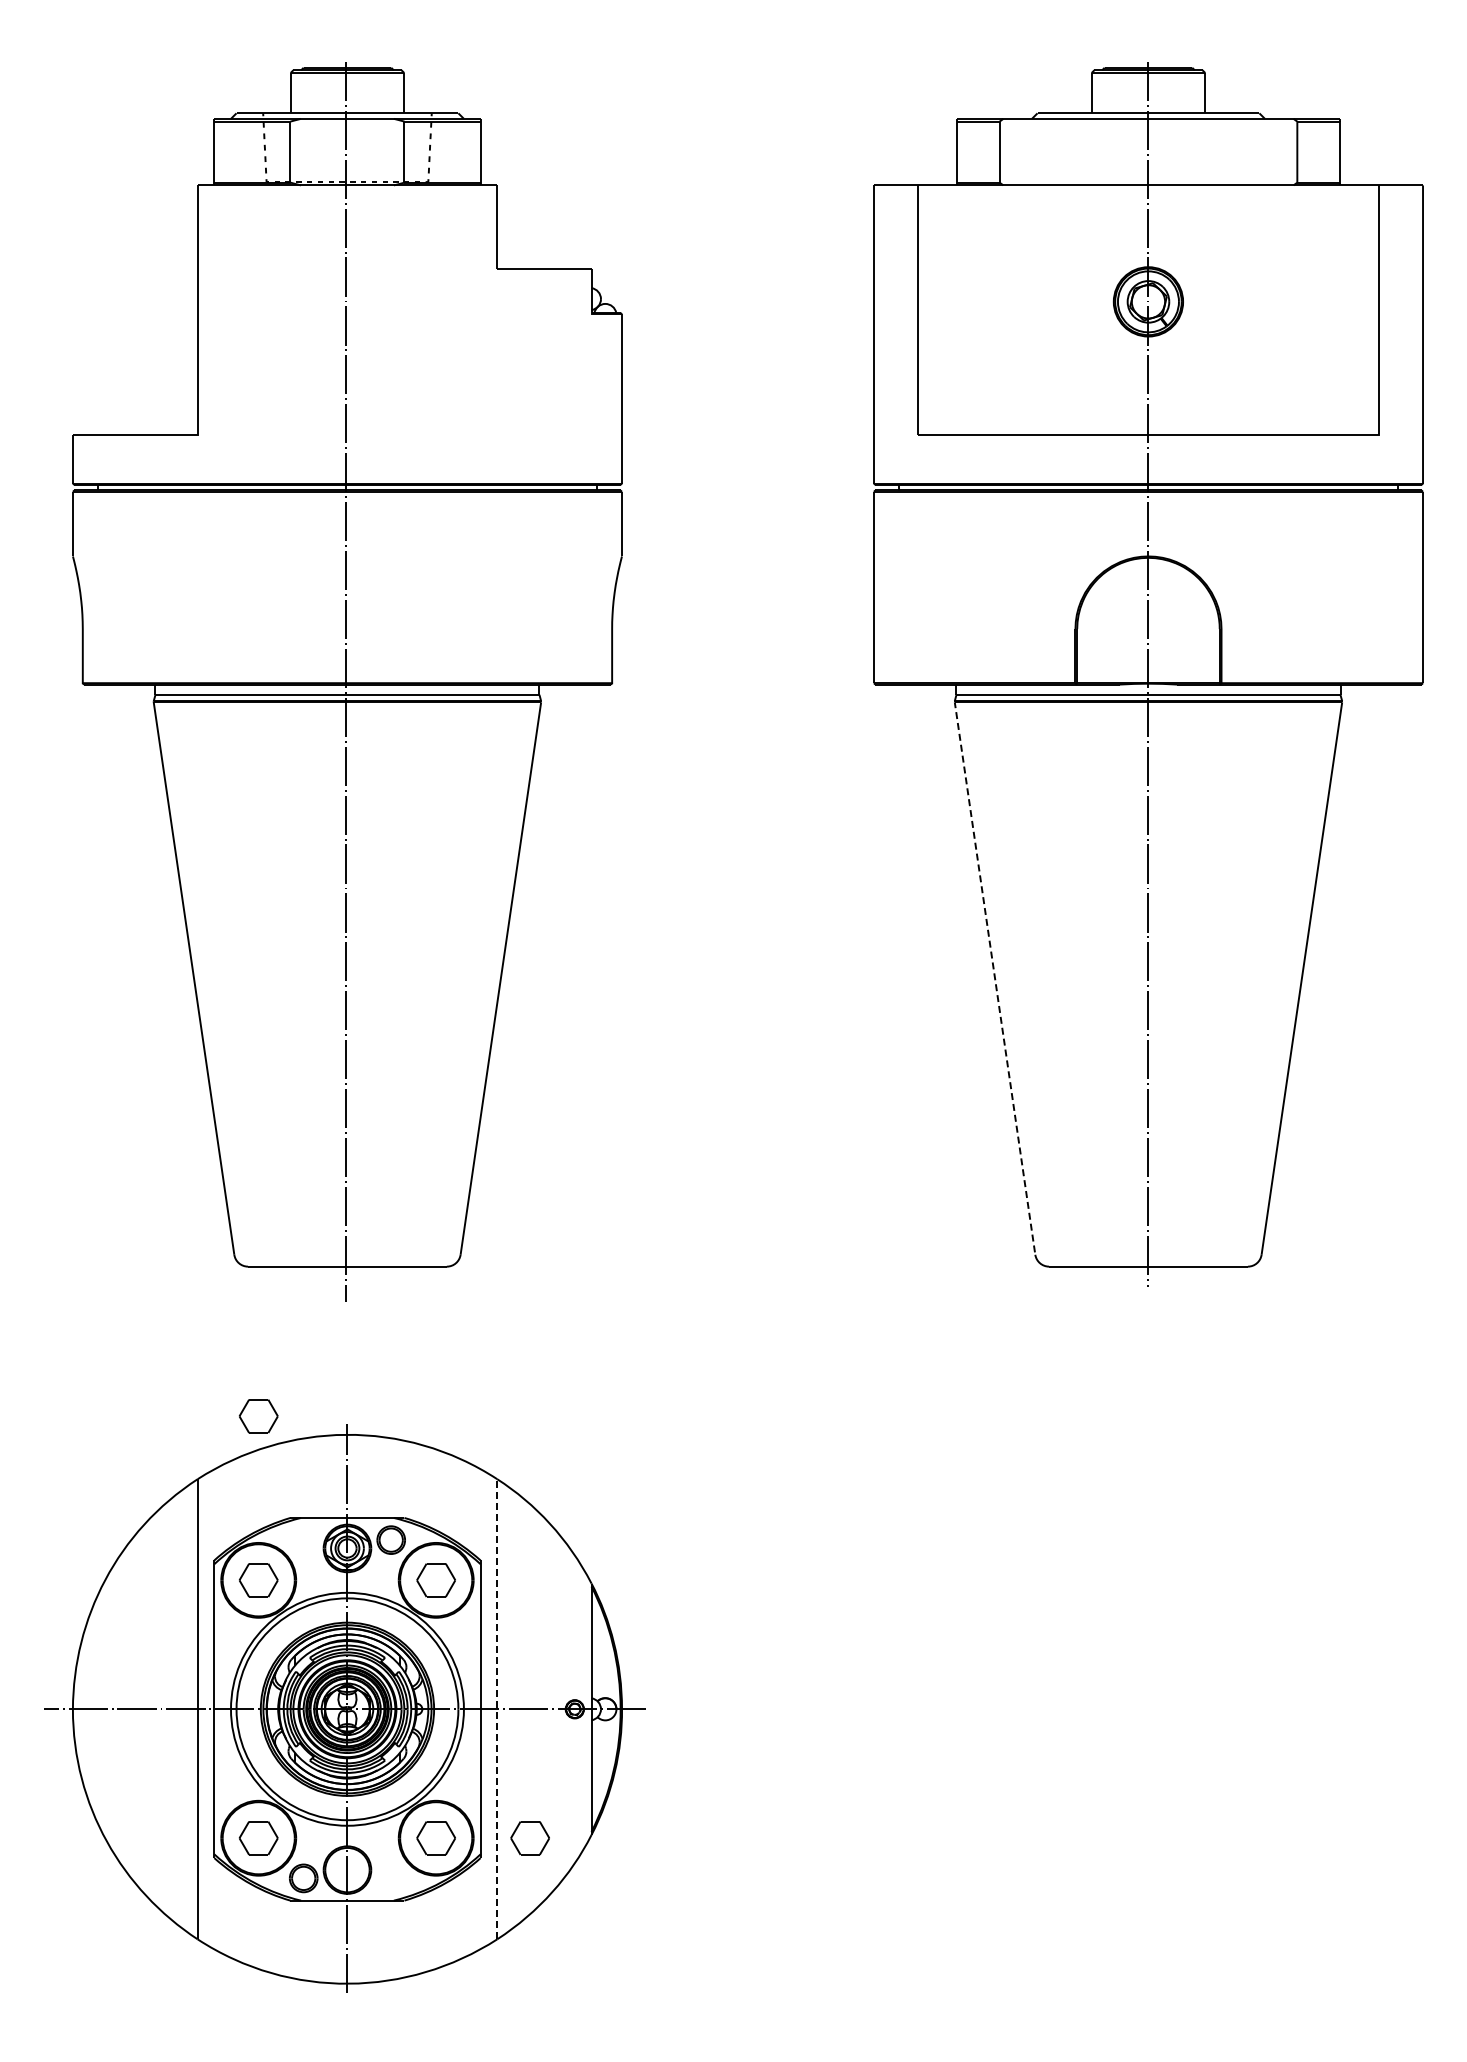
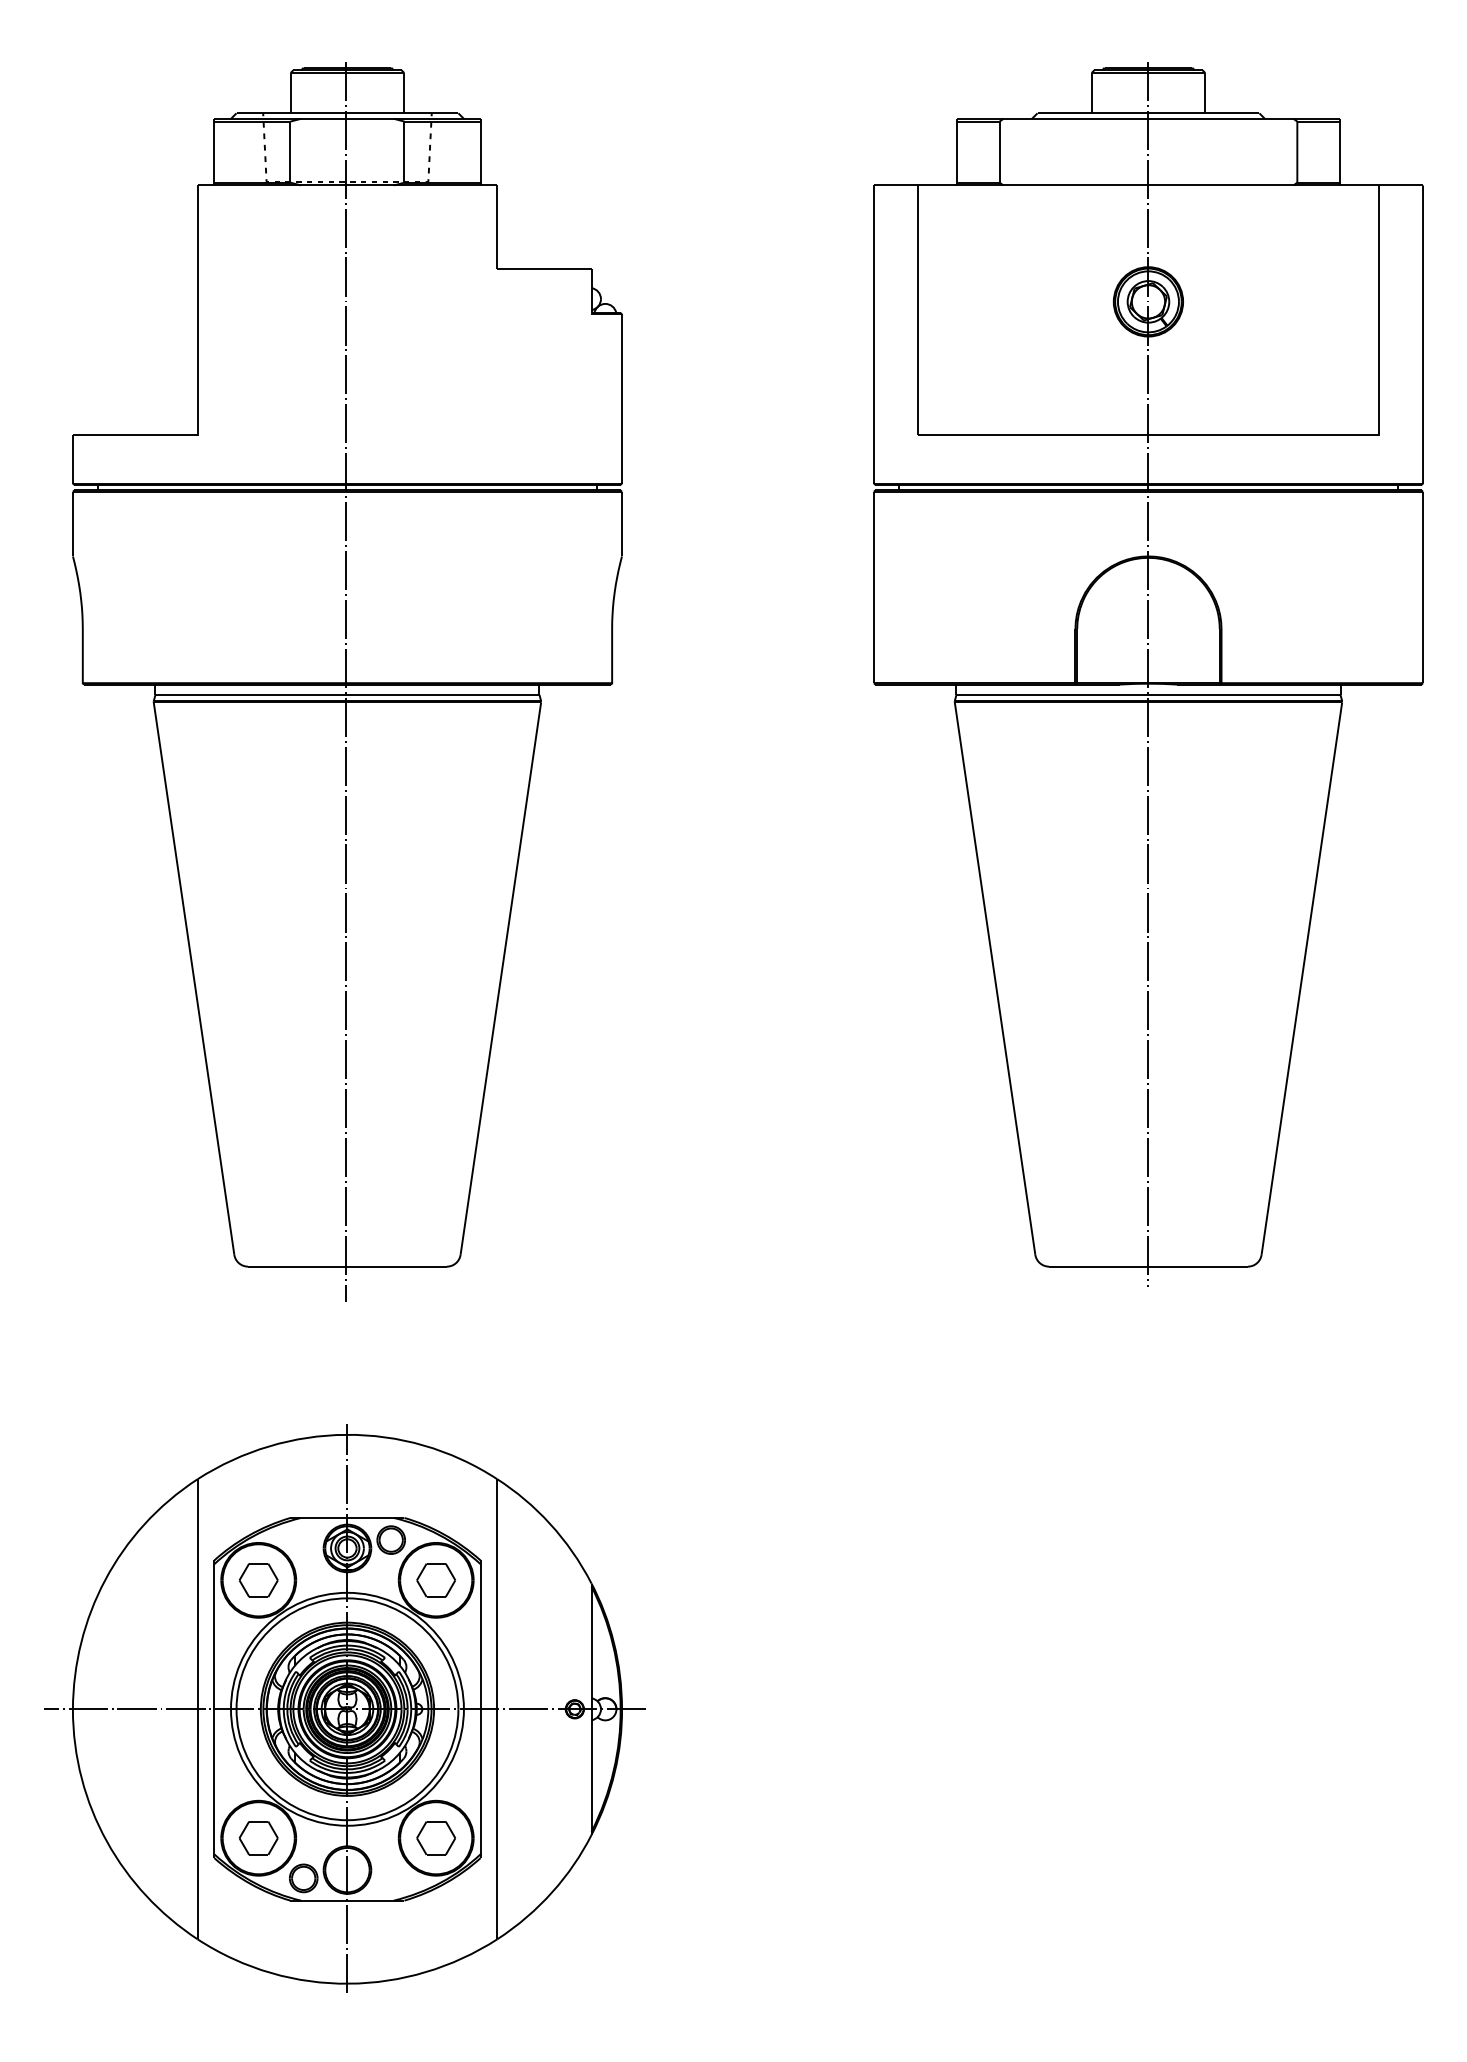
line at (994, 977): dashed -> solid
part at (258, 1416): present -> none
line at (497, 1708): dashed -> solid
part at (529, 1838): present -> none
